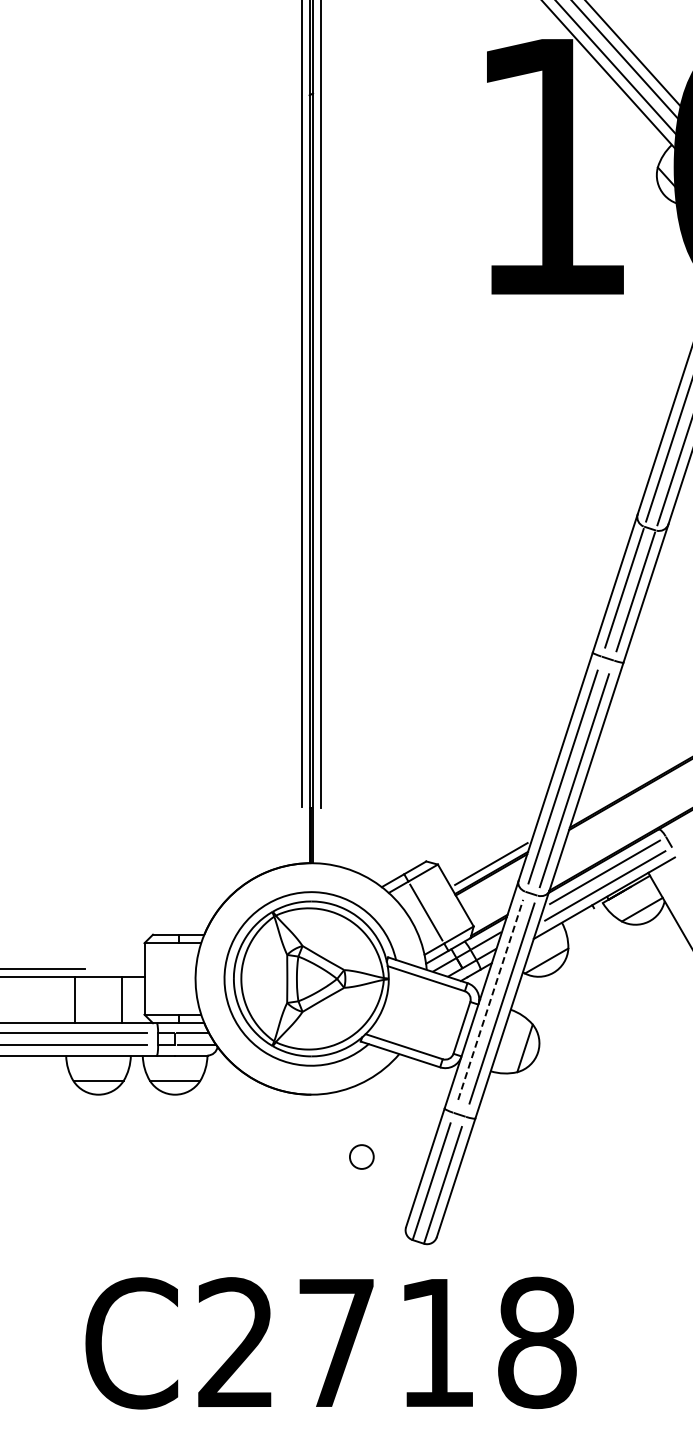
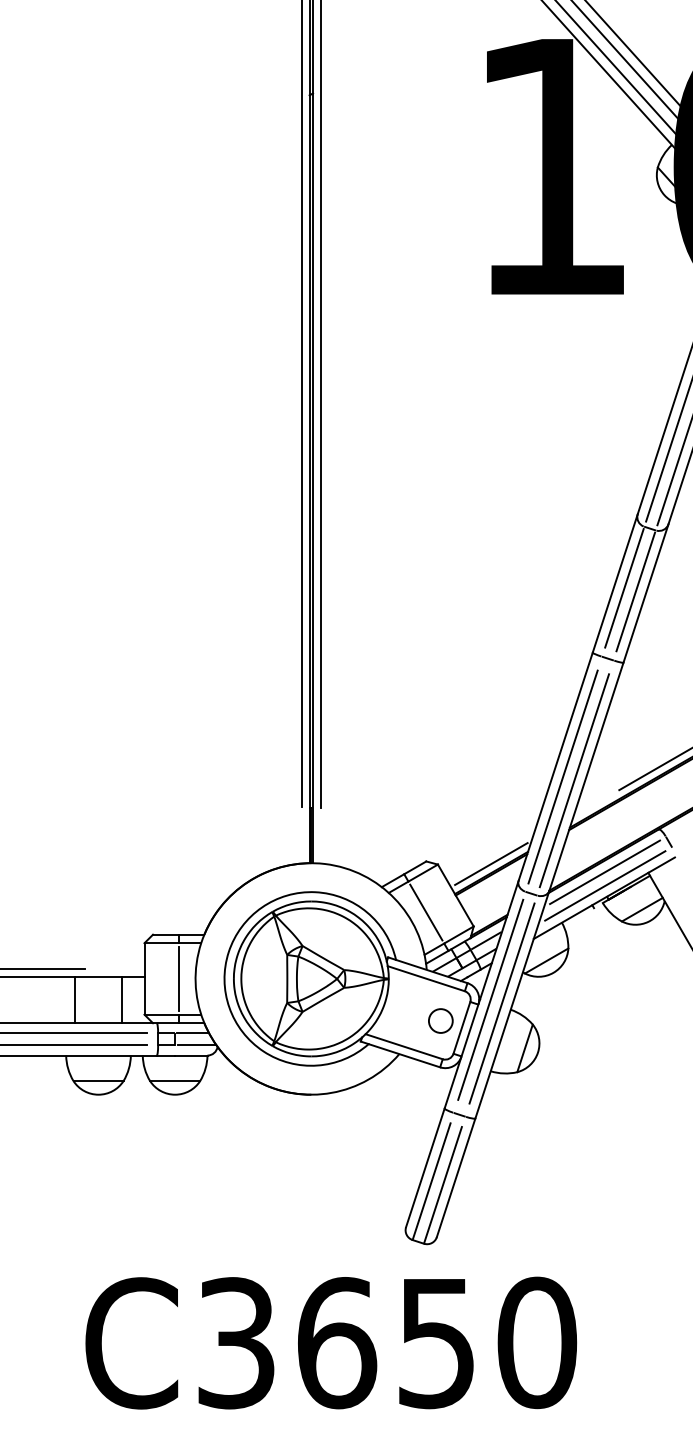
line at (654, 769): none -> present
line at (178, 978): none -> present
line at (490, 999): dashed -> solid
circle at (361, 1156) position: (361, 1156) -> (440, 1020)
text at (387, 1342): C2718 -> C3650
